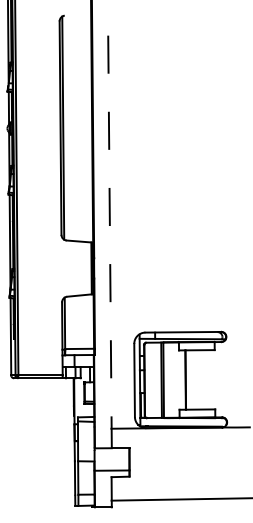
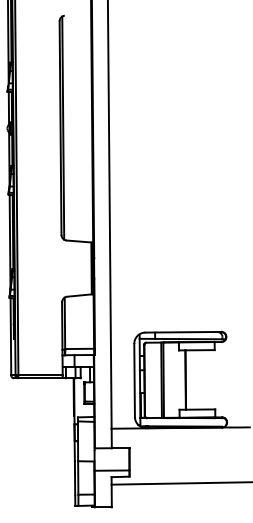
line at (109, 224): dashed -> solid
line at (180, 499) position: (180, 499) -> (180, 483)
